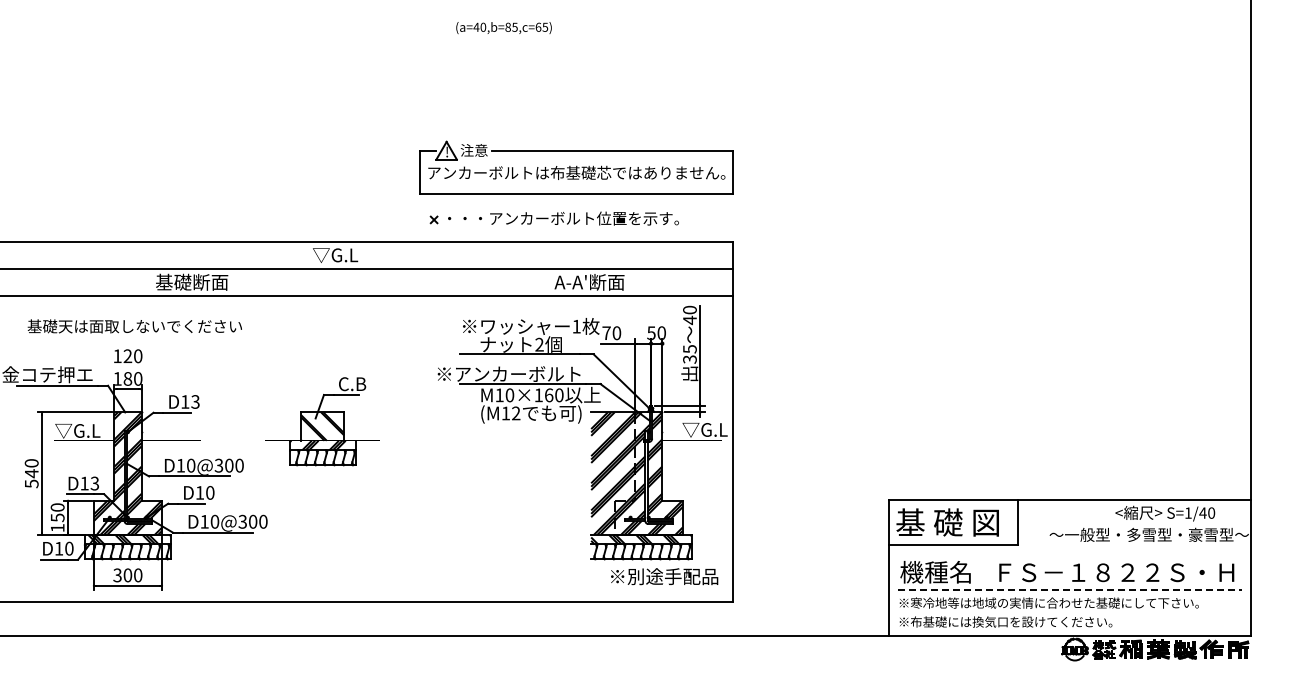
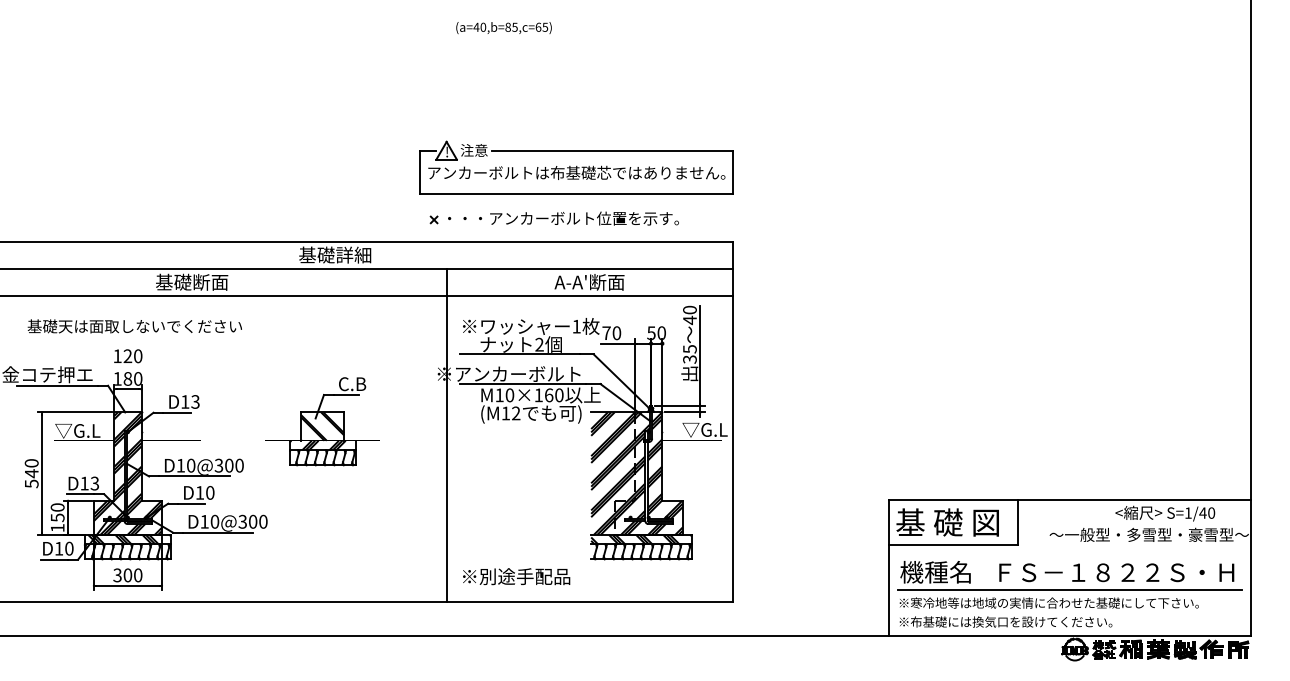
text at (335, 254): ▽G.L -> 基礎詳細
line at (446, 434): none -> present
text at (664, 576) position: (664, 576) -> (516, 576)
line at (1070, 590): dashed -> solid
